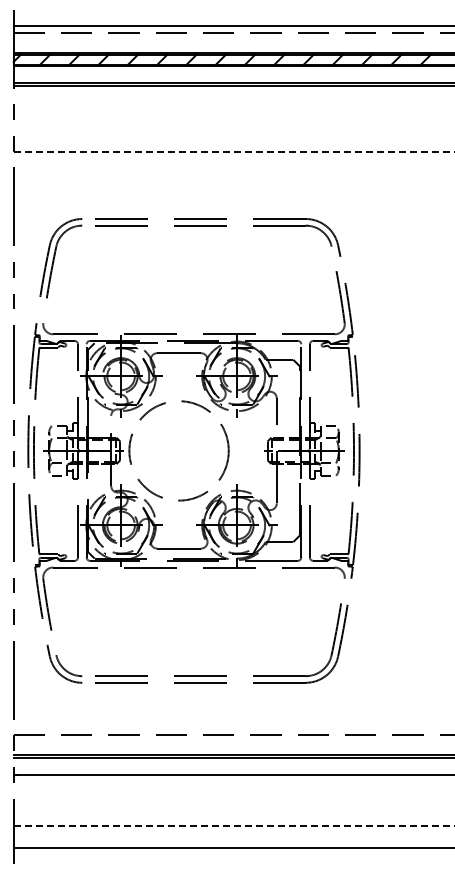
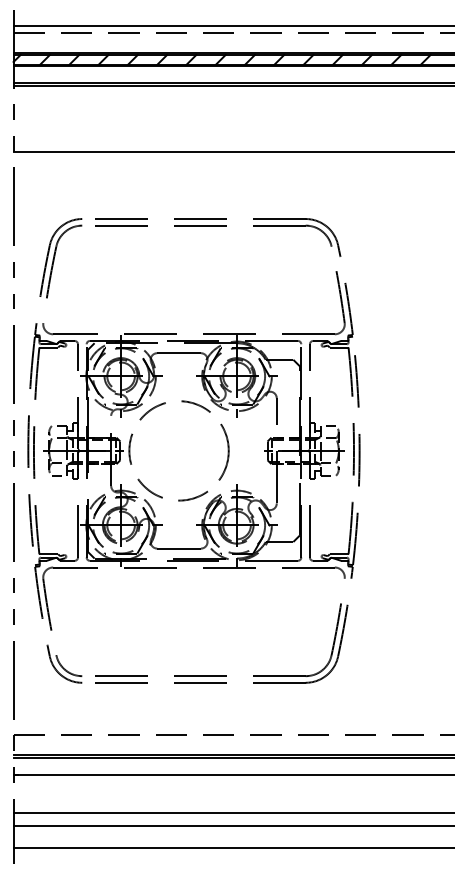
line at (234, 152): dashed -> solid
line at (232, 812): none -> present
line at (234, 826): dashed -> solid
